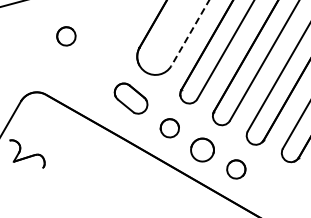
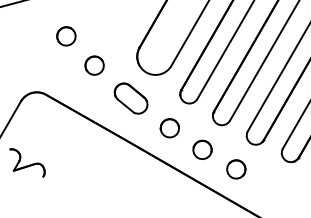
line at (190, 33): dashed -> solid
part at (94, 65): none -> present
part at (202, 149) size: 25x26 px -> 21x21 px
part at (27, 153) position: (27, 153) -> (27, 162)
